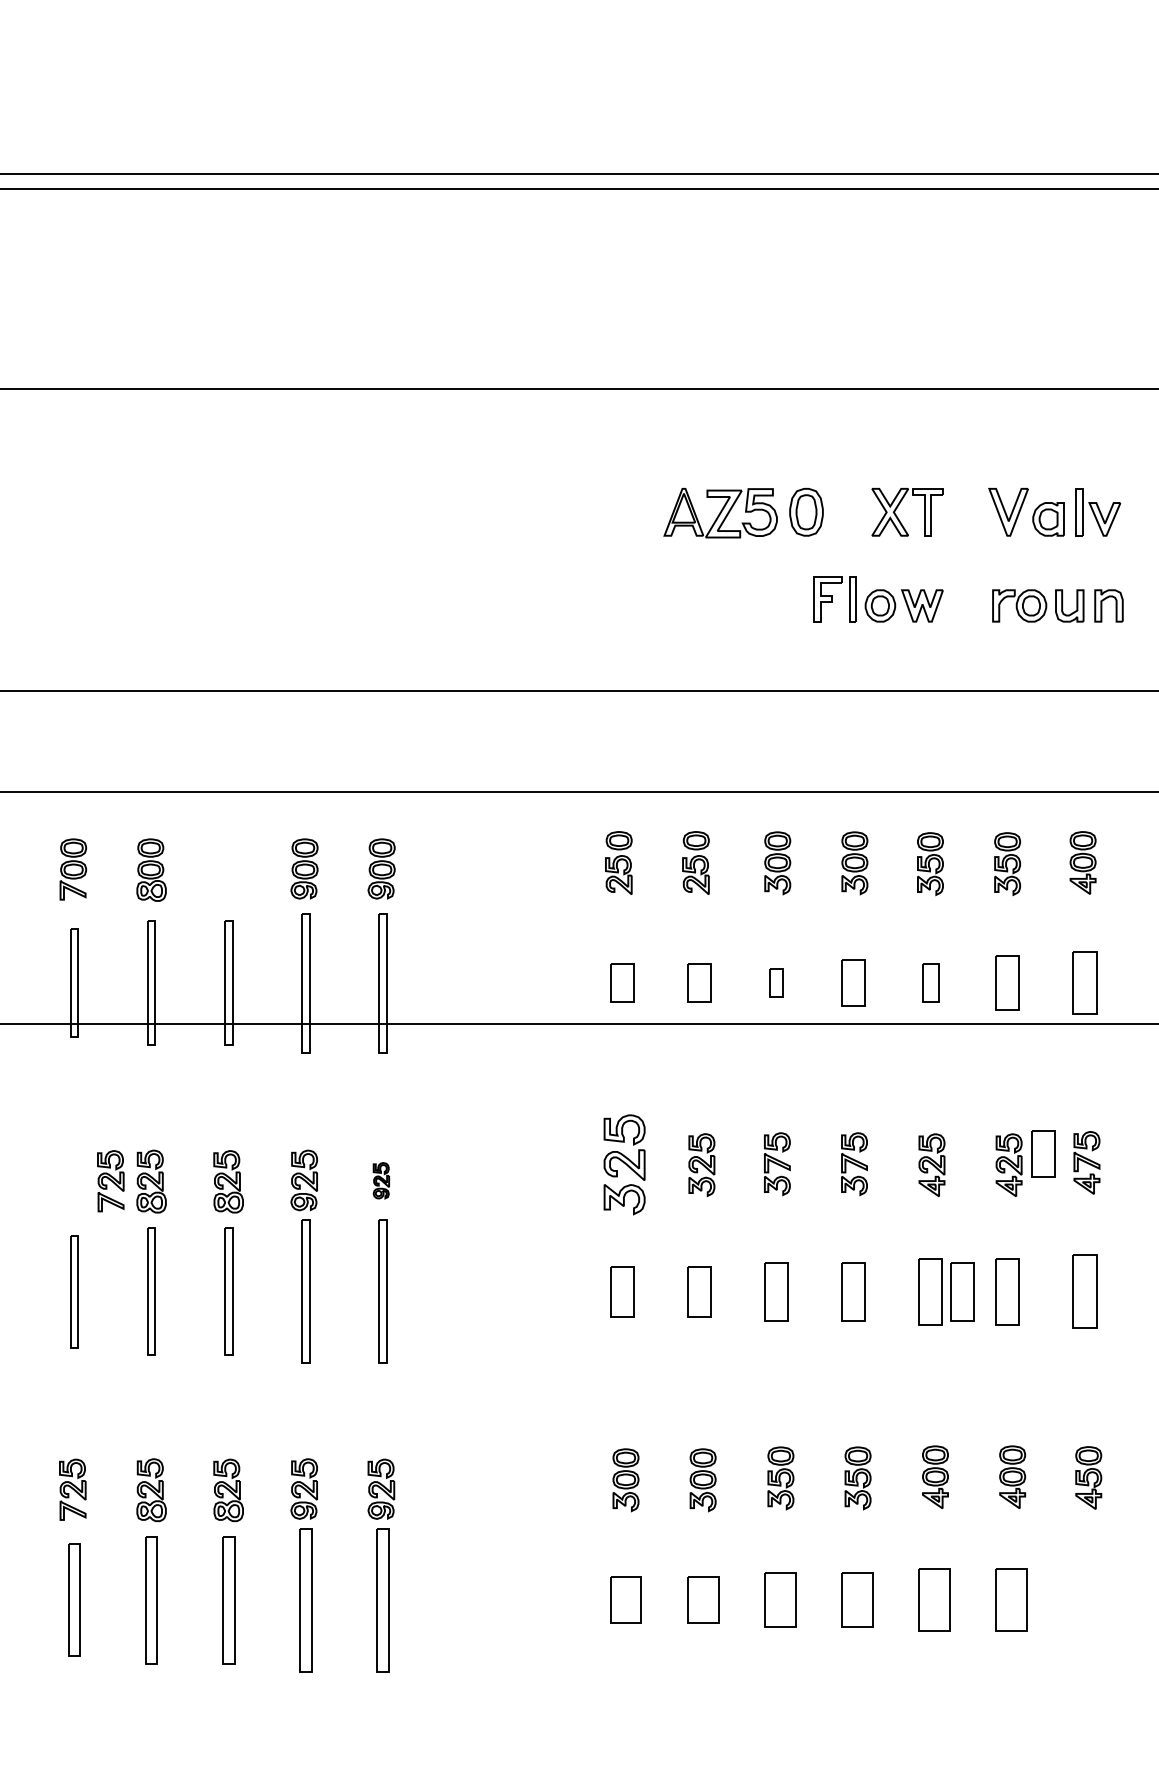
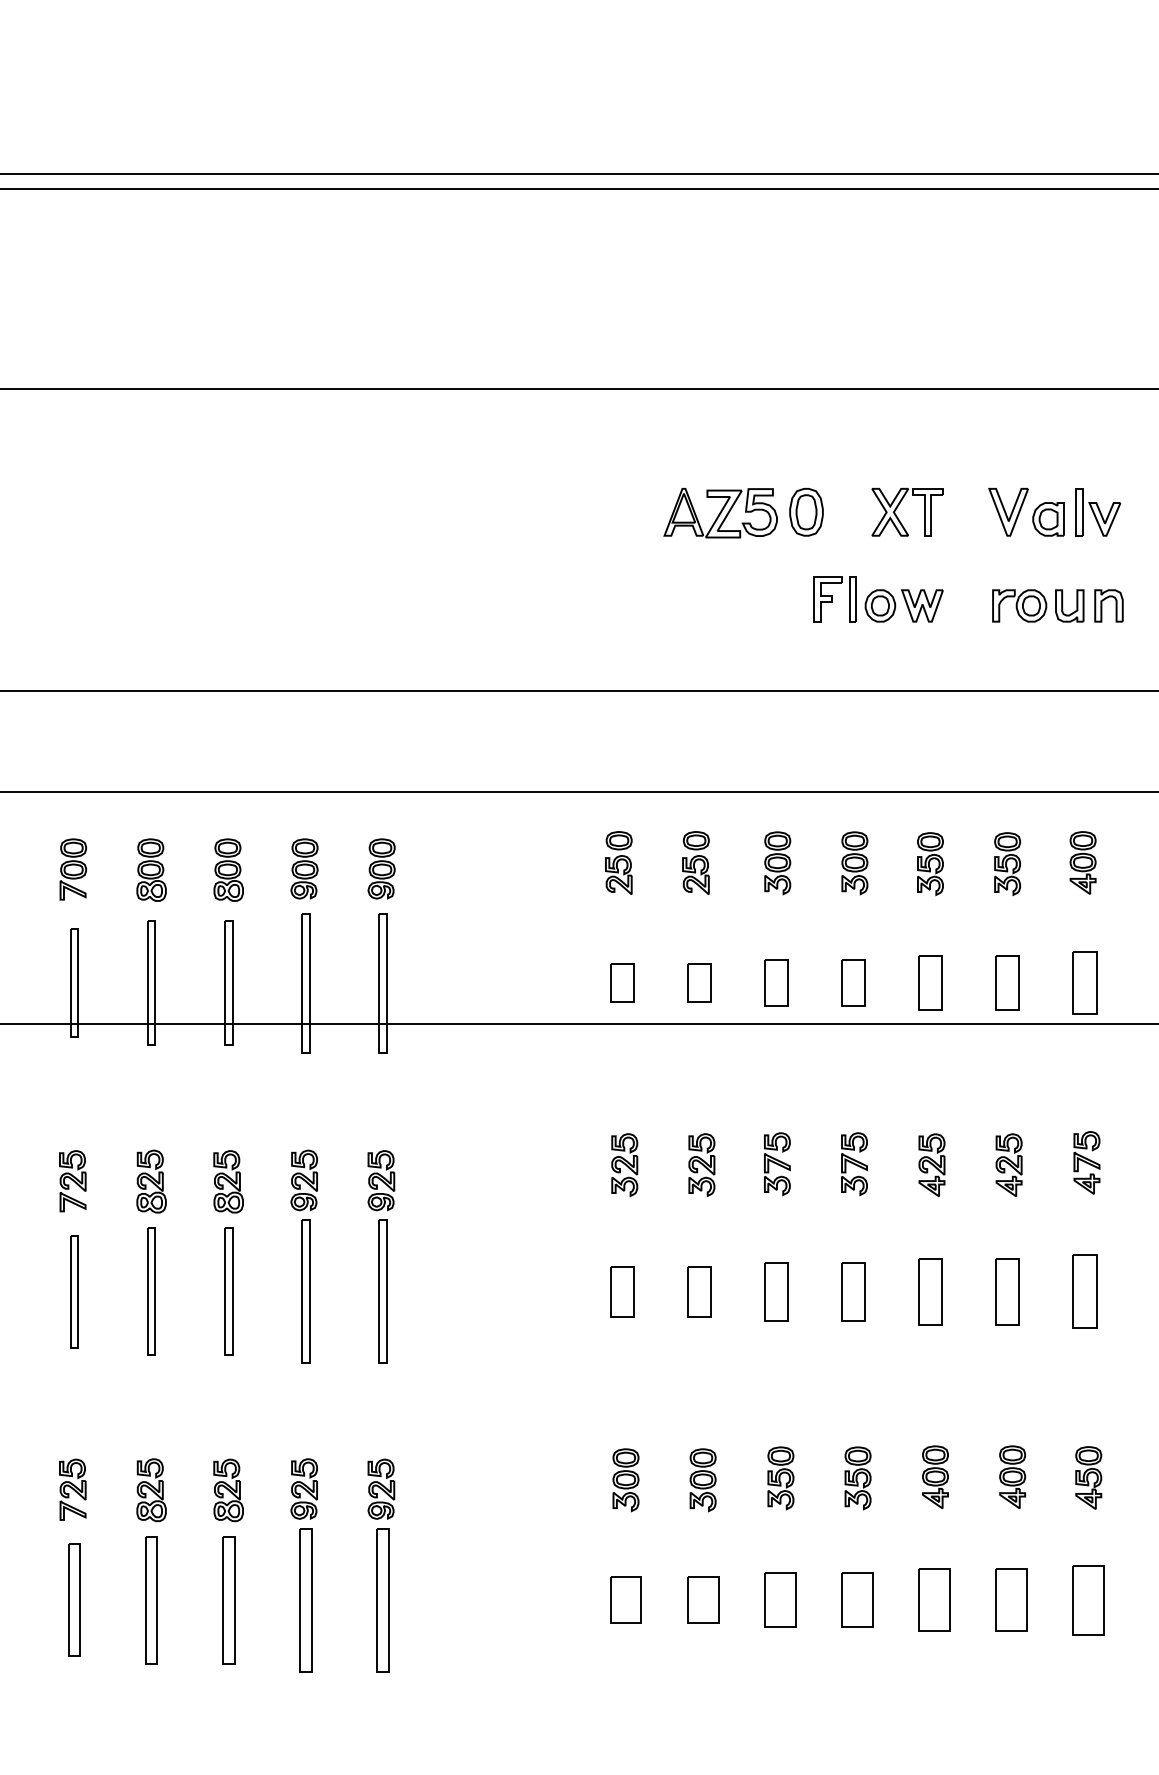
part at (228, 869): none -> present
part at (776, 982) size: 15x30 px -> 25x48 px
part at (930, 982) size: 18x40 px -> 25x56 px
part at (1043, 1153): present -> none
part at (624, 1164) size: 43x102 px -> 28x65 px
part at (380, 1180) size: 18x38 px -> 29x62 px
part at (110, 1181) position: (110, 1181) -> (72, 1181)
part at (962, 1291): present -> none
part at (1088, 1600): none -> present
